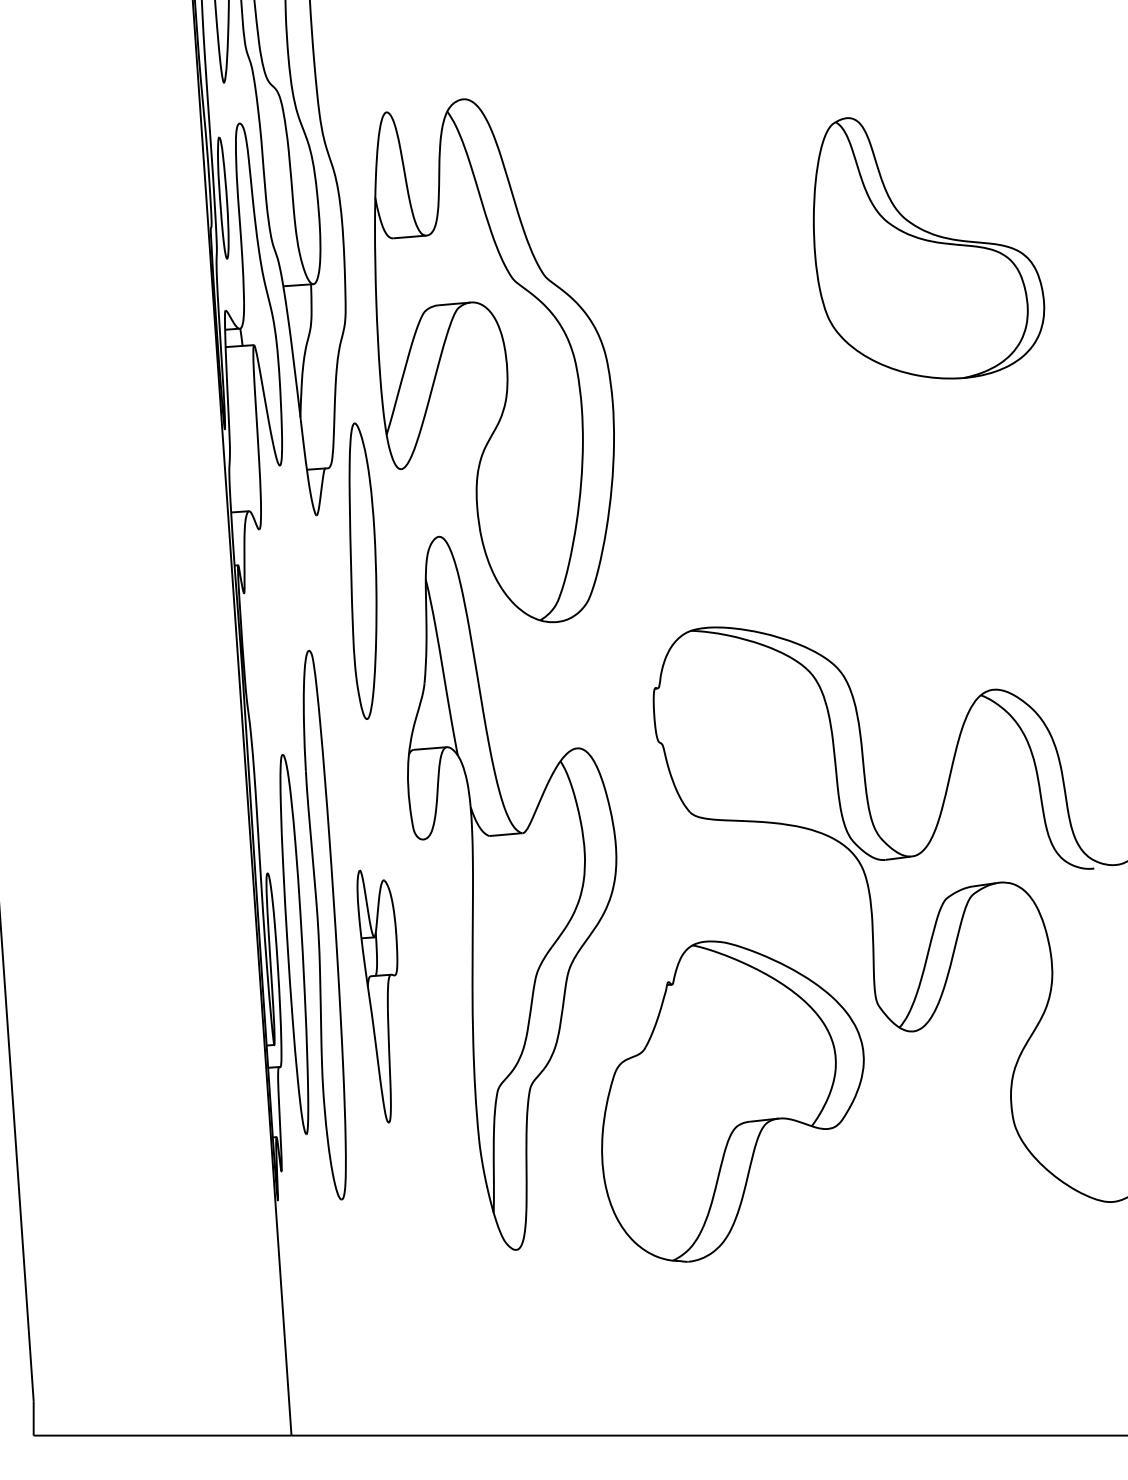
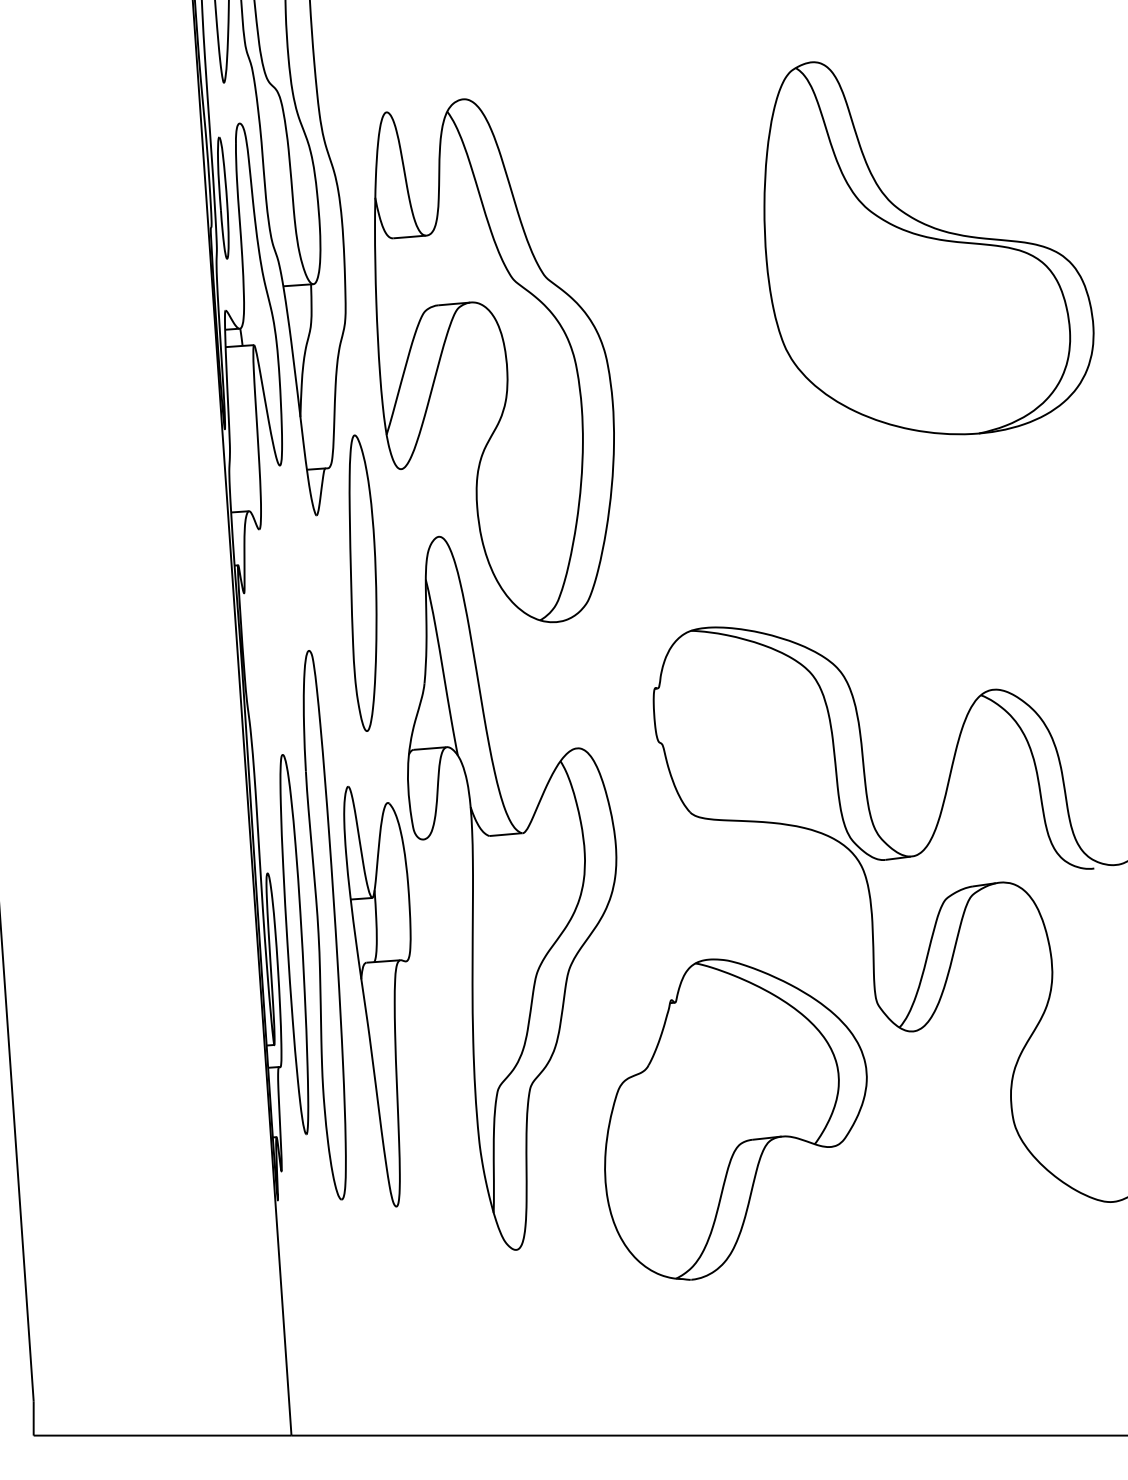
part at (928, 248) size: 234x263 px -> 332x375 px
part at (362, 570) position: (362, 570) -> (362, 582)
part at (377, 996) size: 43x255 px -> 69x423 px
part at (732, 1101) position: (732, 1101) -> (735, 1119)
